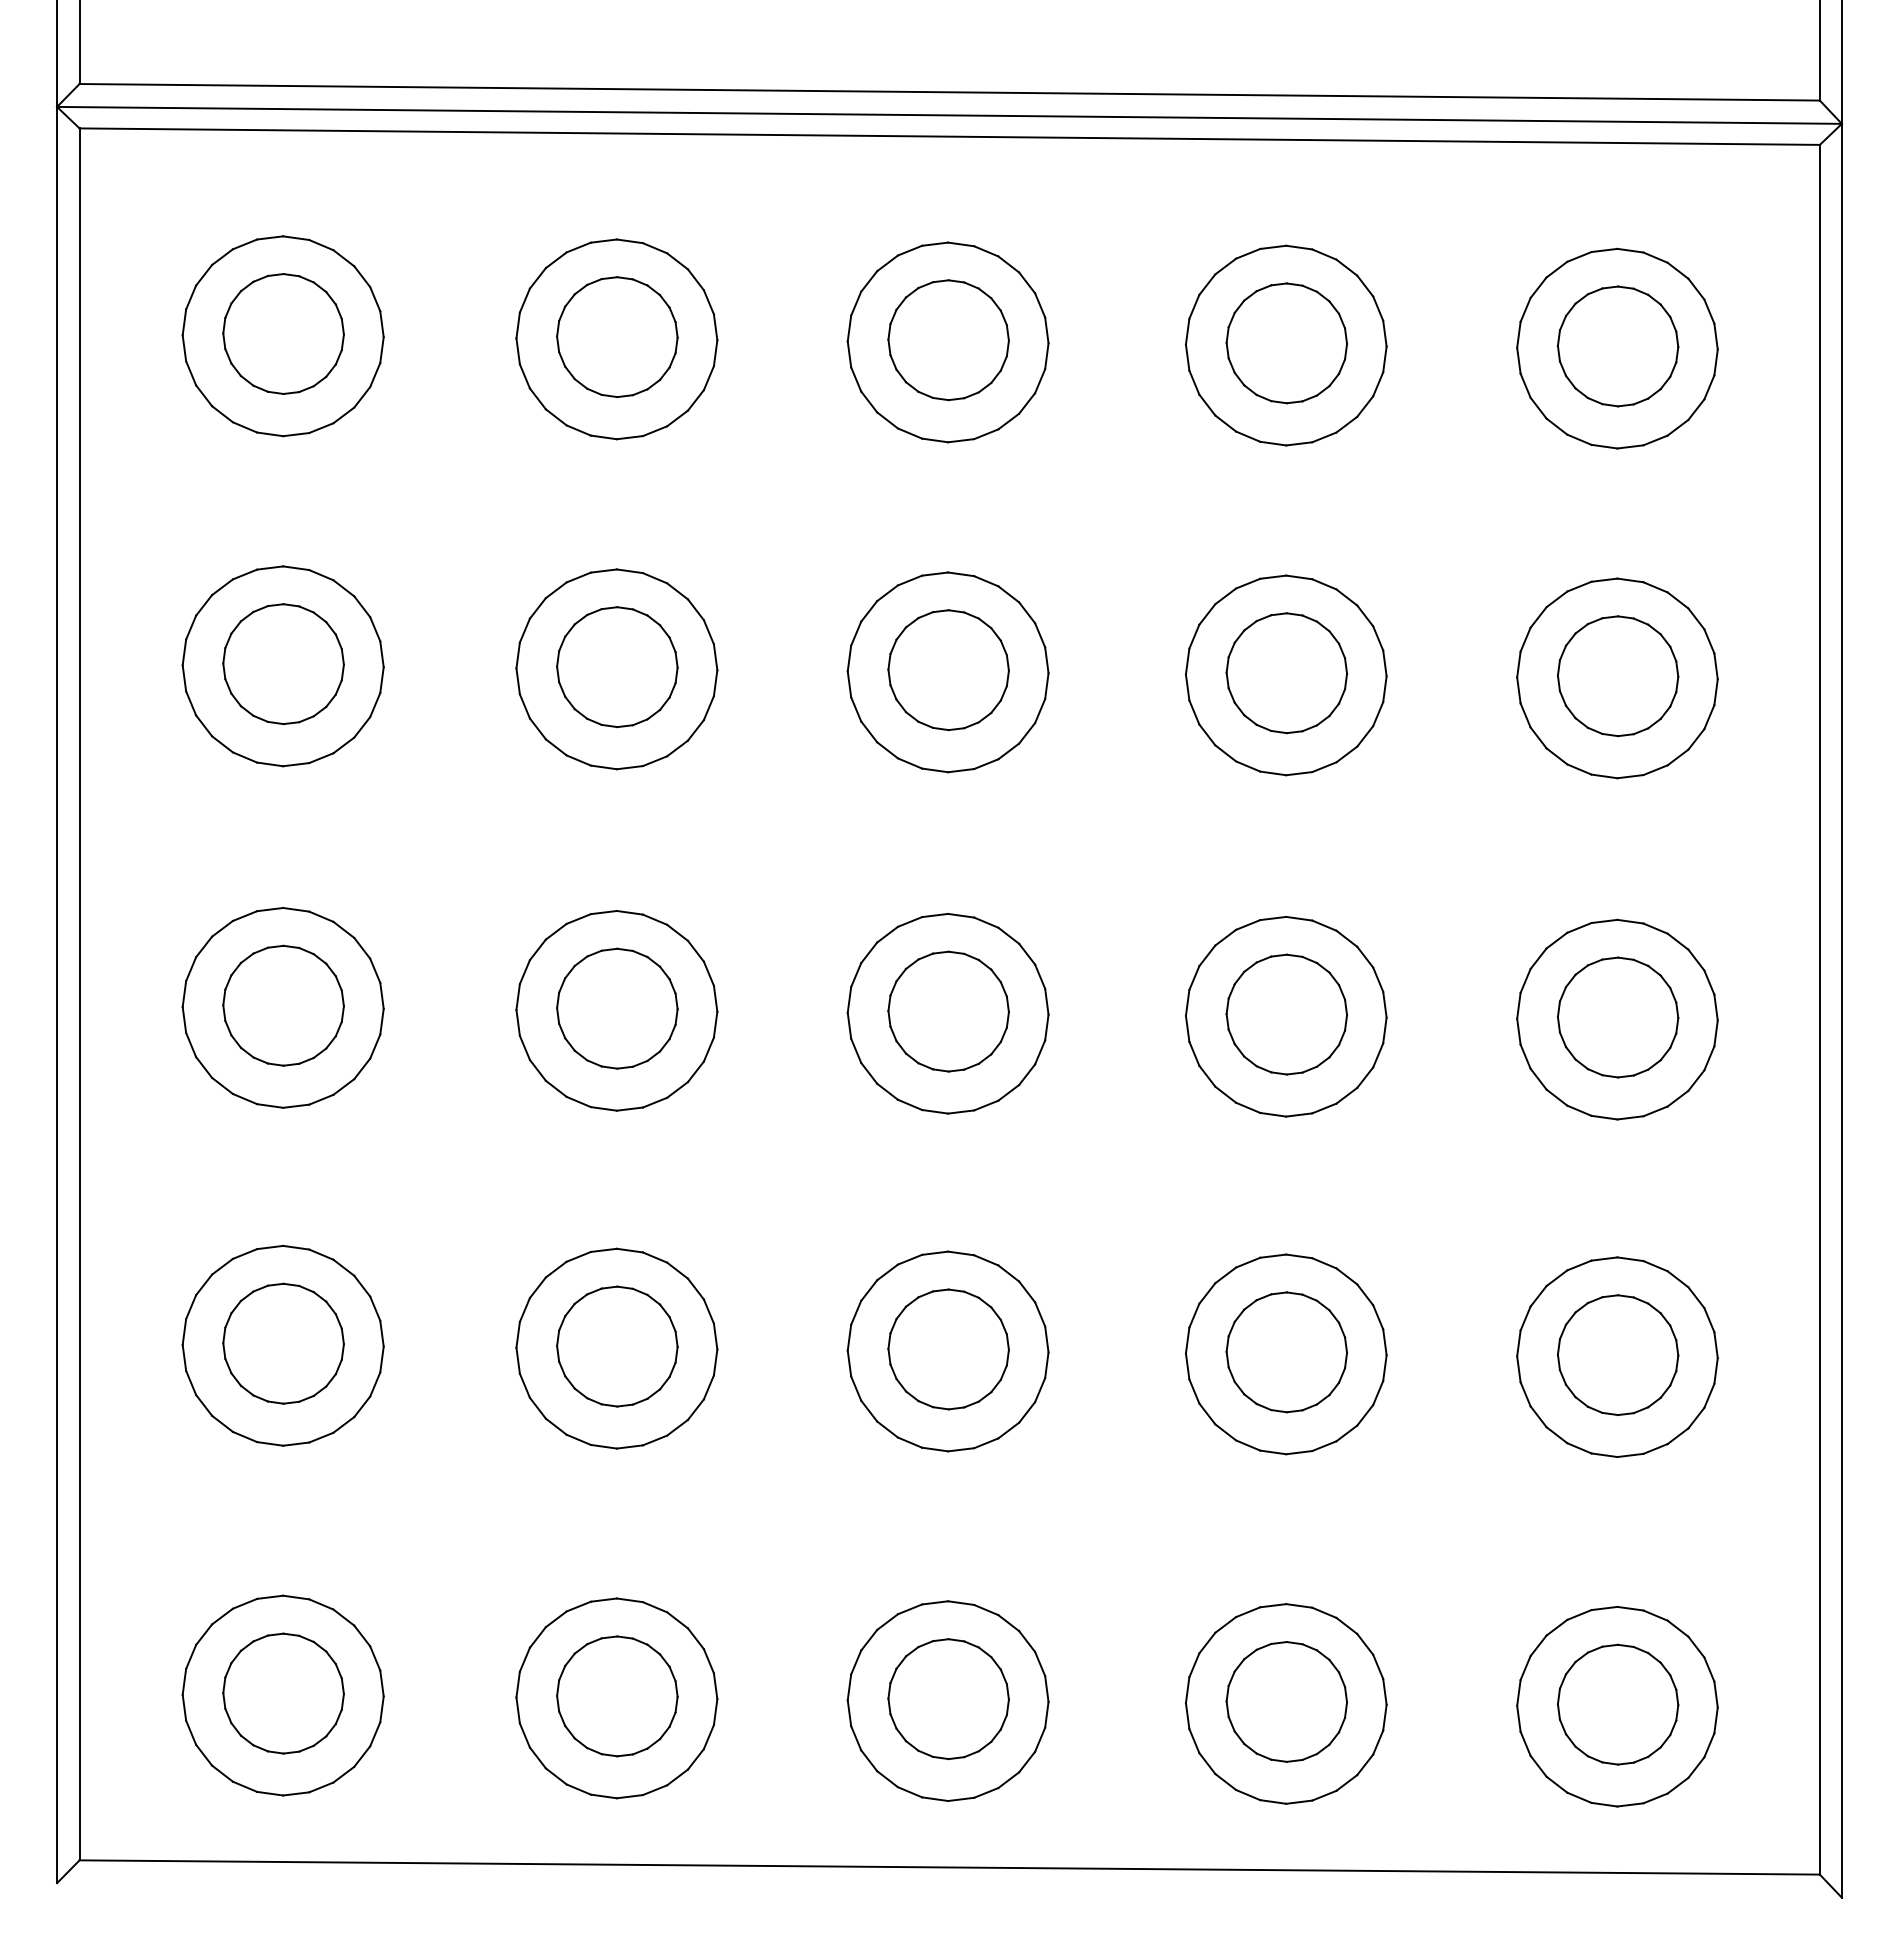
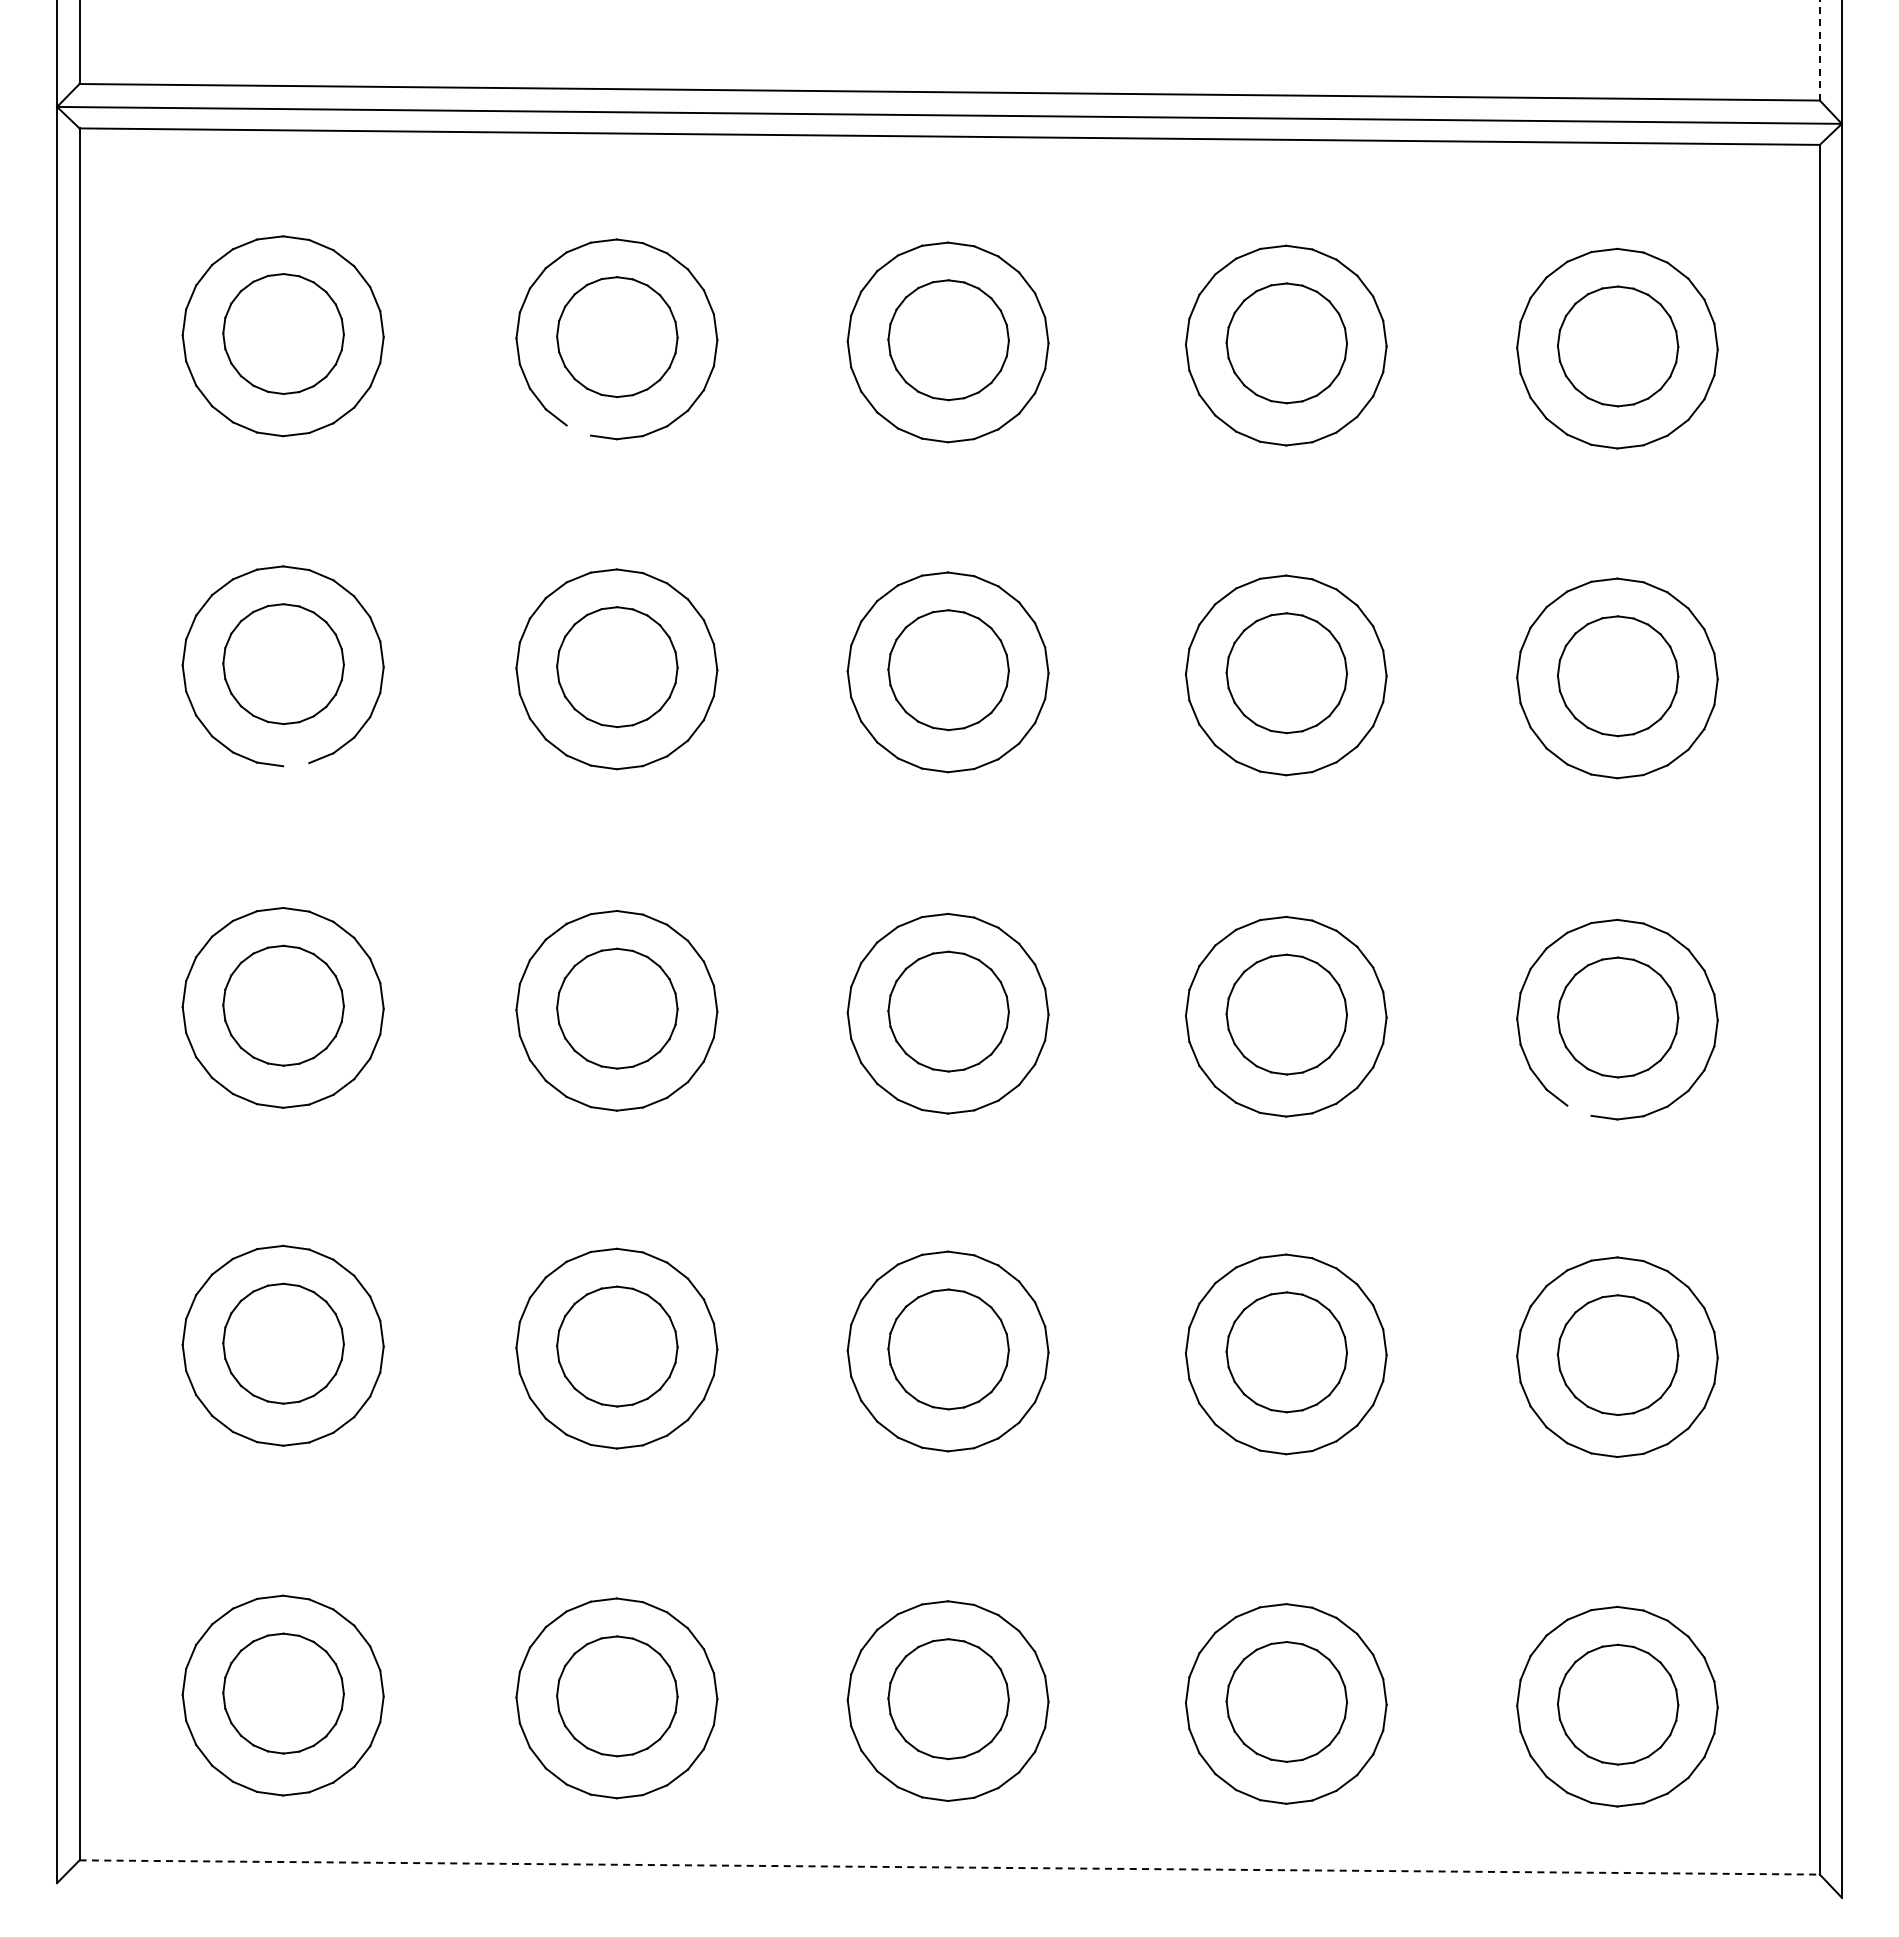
line at (1819, 50): solid -> dashed
line at (578, 430): present -> none
line at (296, 764): present -> none
line at (1579, 1110): present -> none
line at (950, 1867): solid -> dashed
